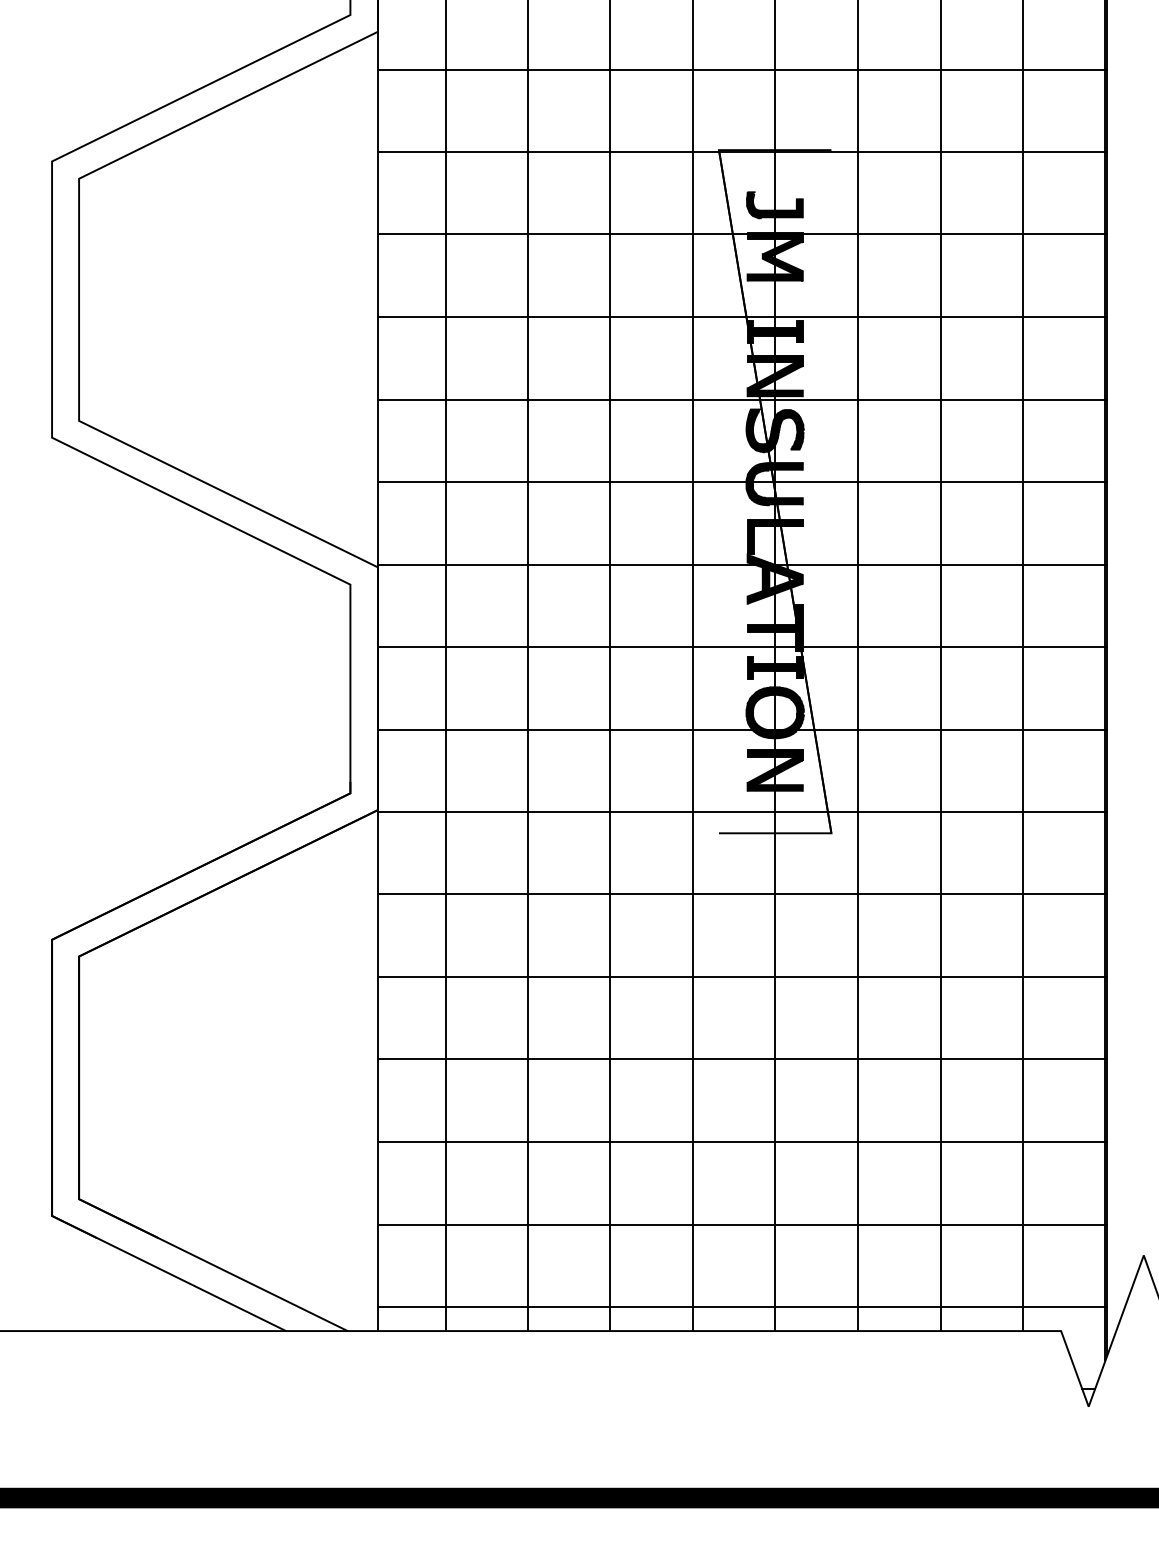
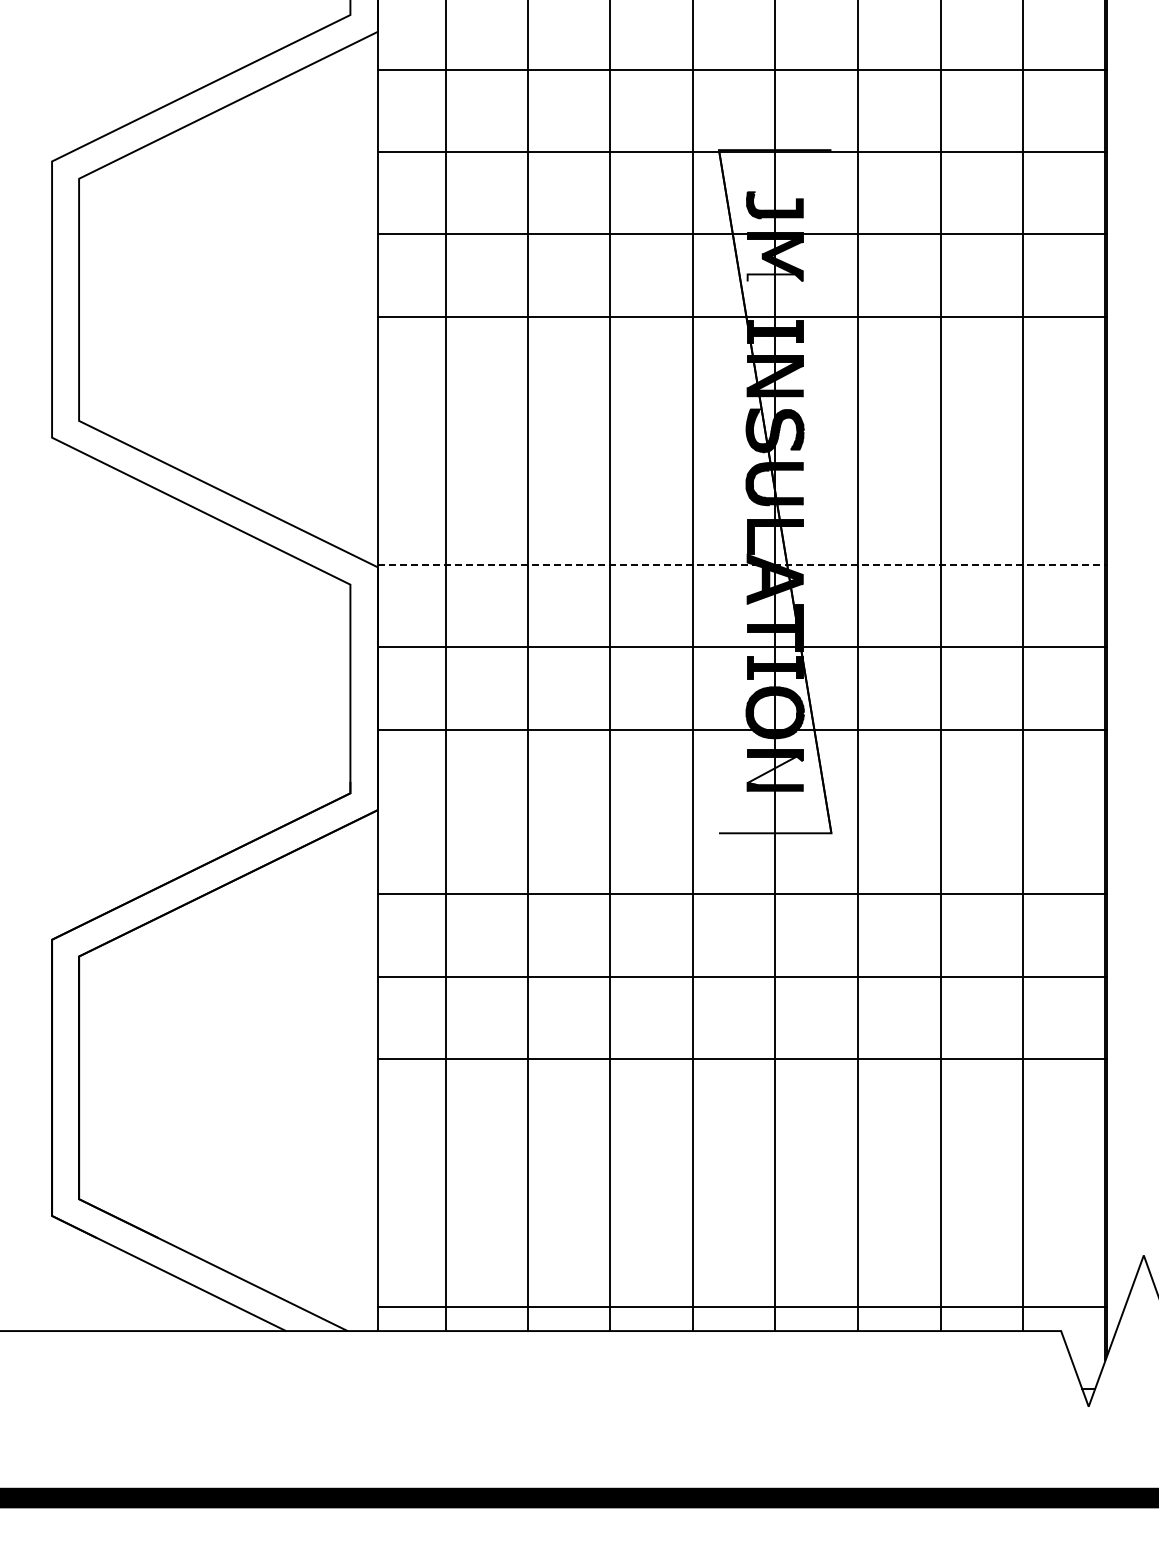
fill at (774, 277): present -> none
line at (742, 399): present -> none
line at (742, 481): present -> none
line at (742, 564): solid -> dashed
fill at (774, 770): present -> none
line at (742, 812): present -> none
line at (742, 1141): present -> none
line at (742, 1224): present -> none
